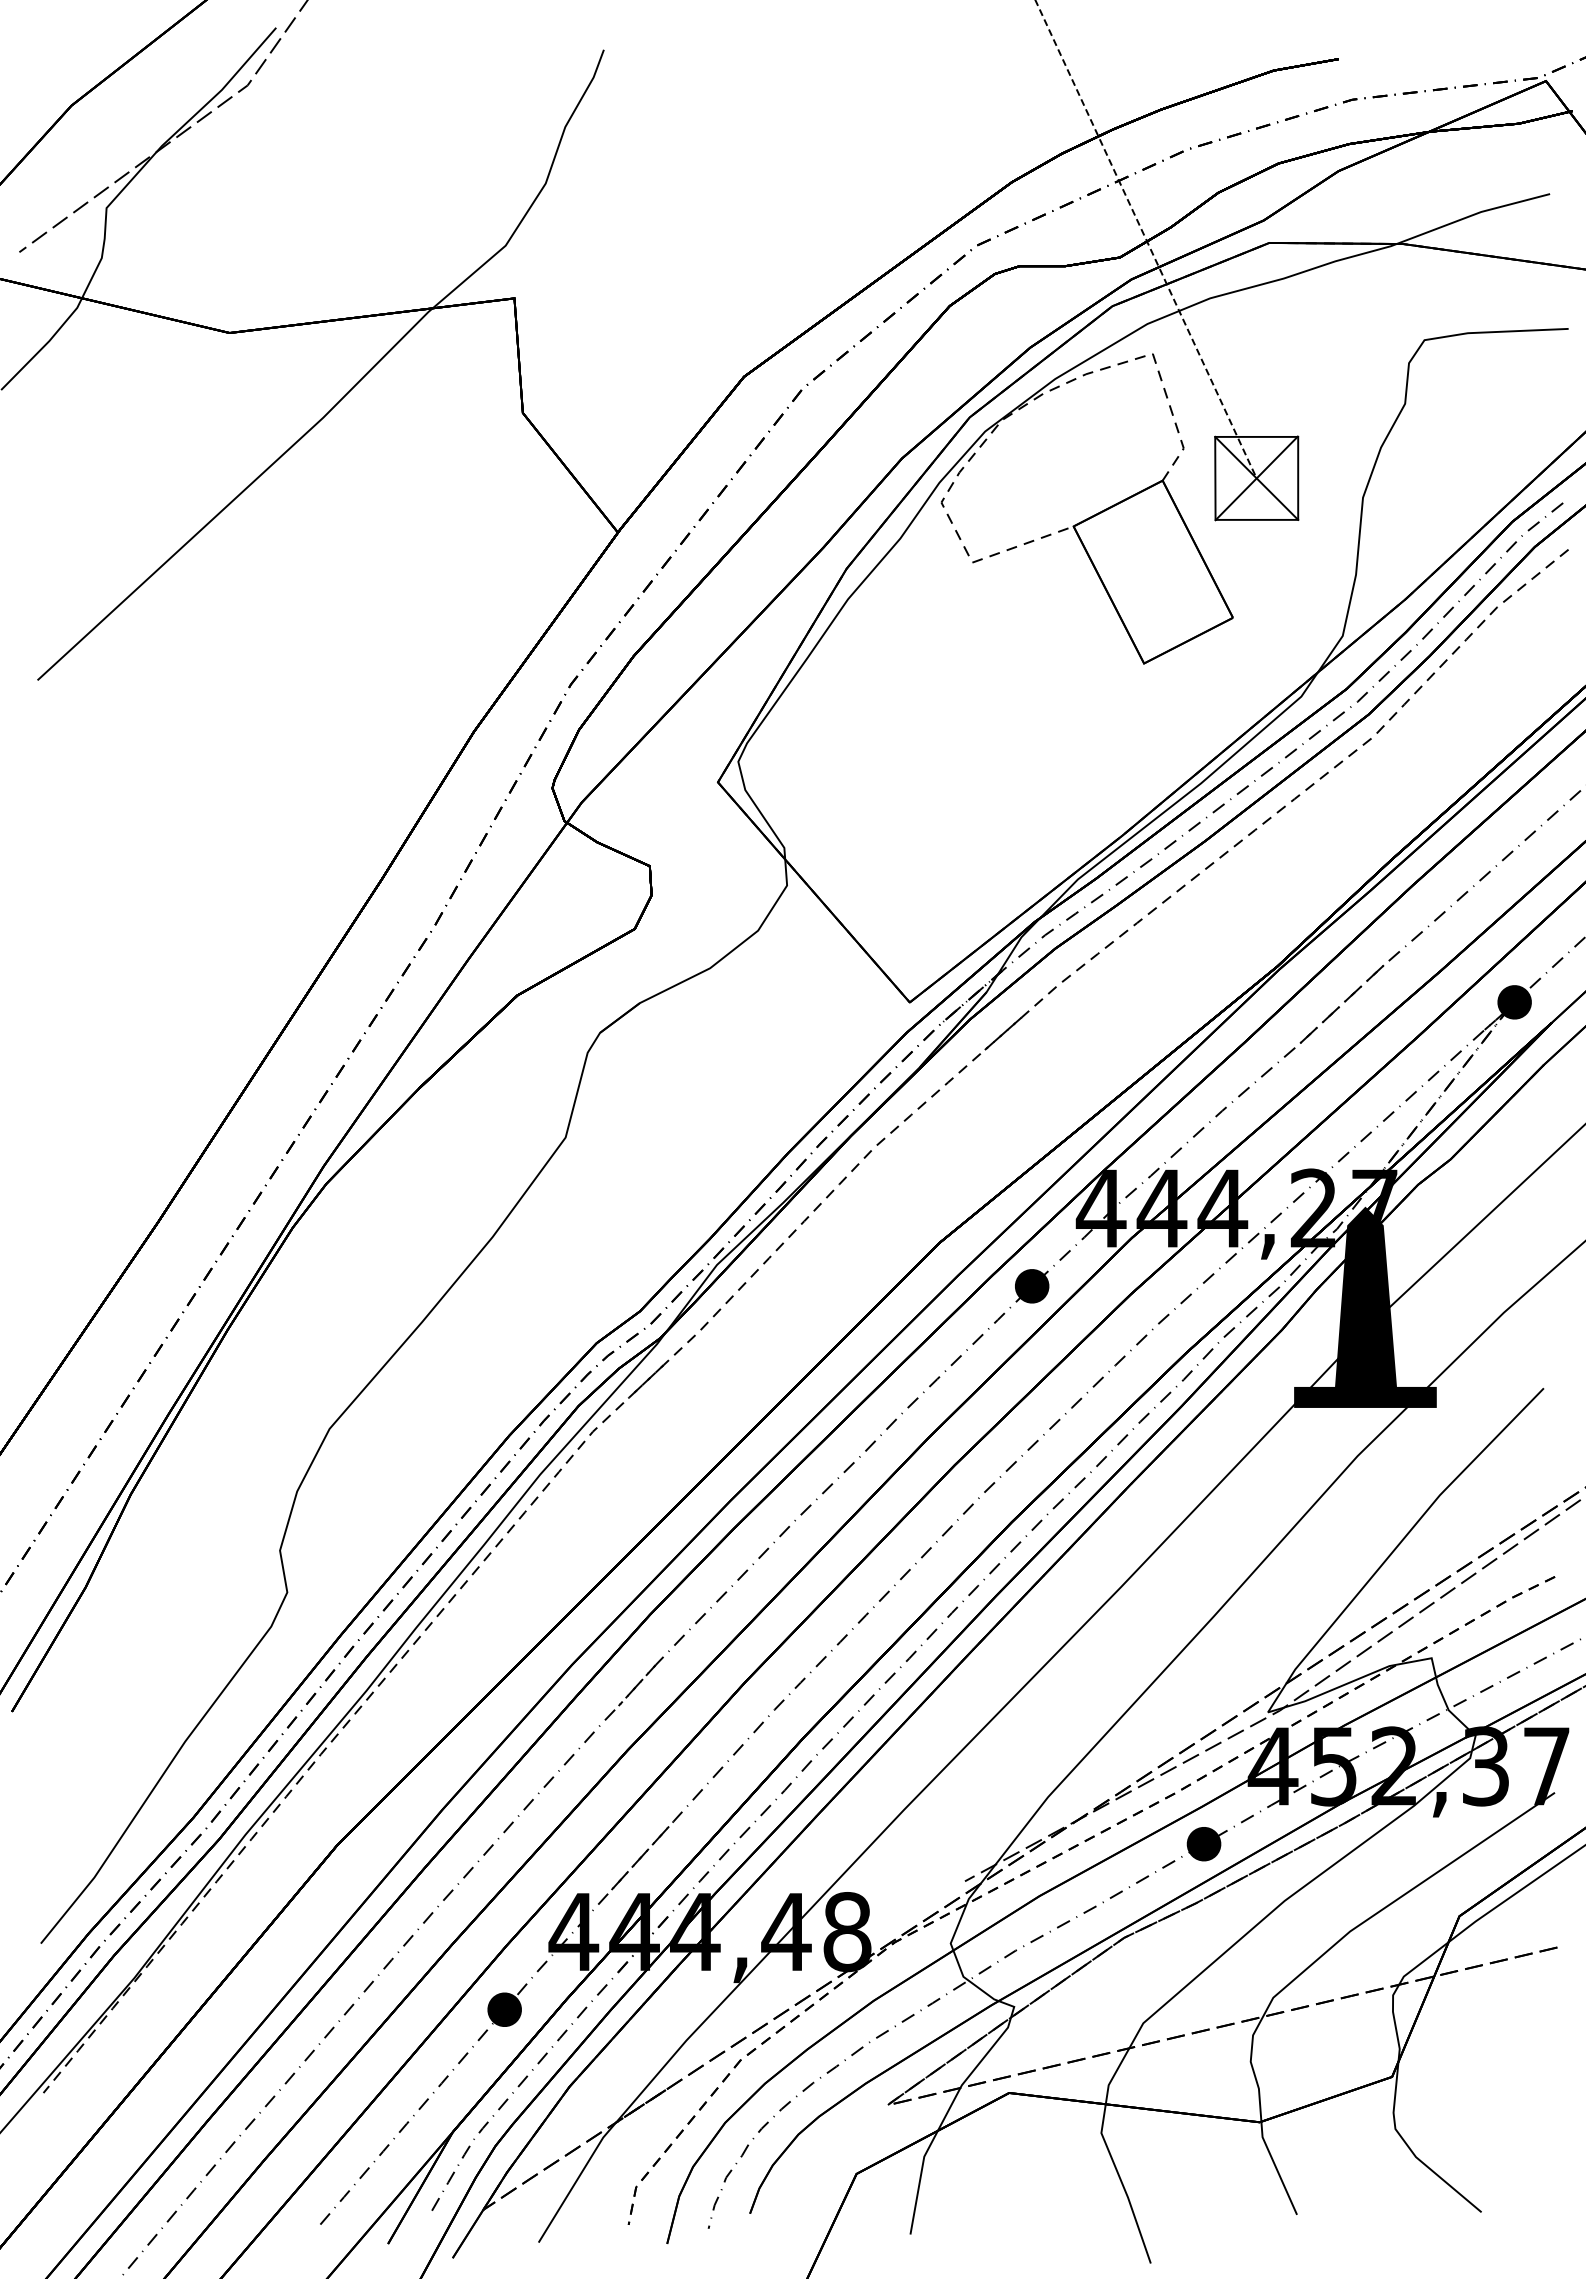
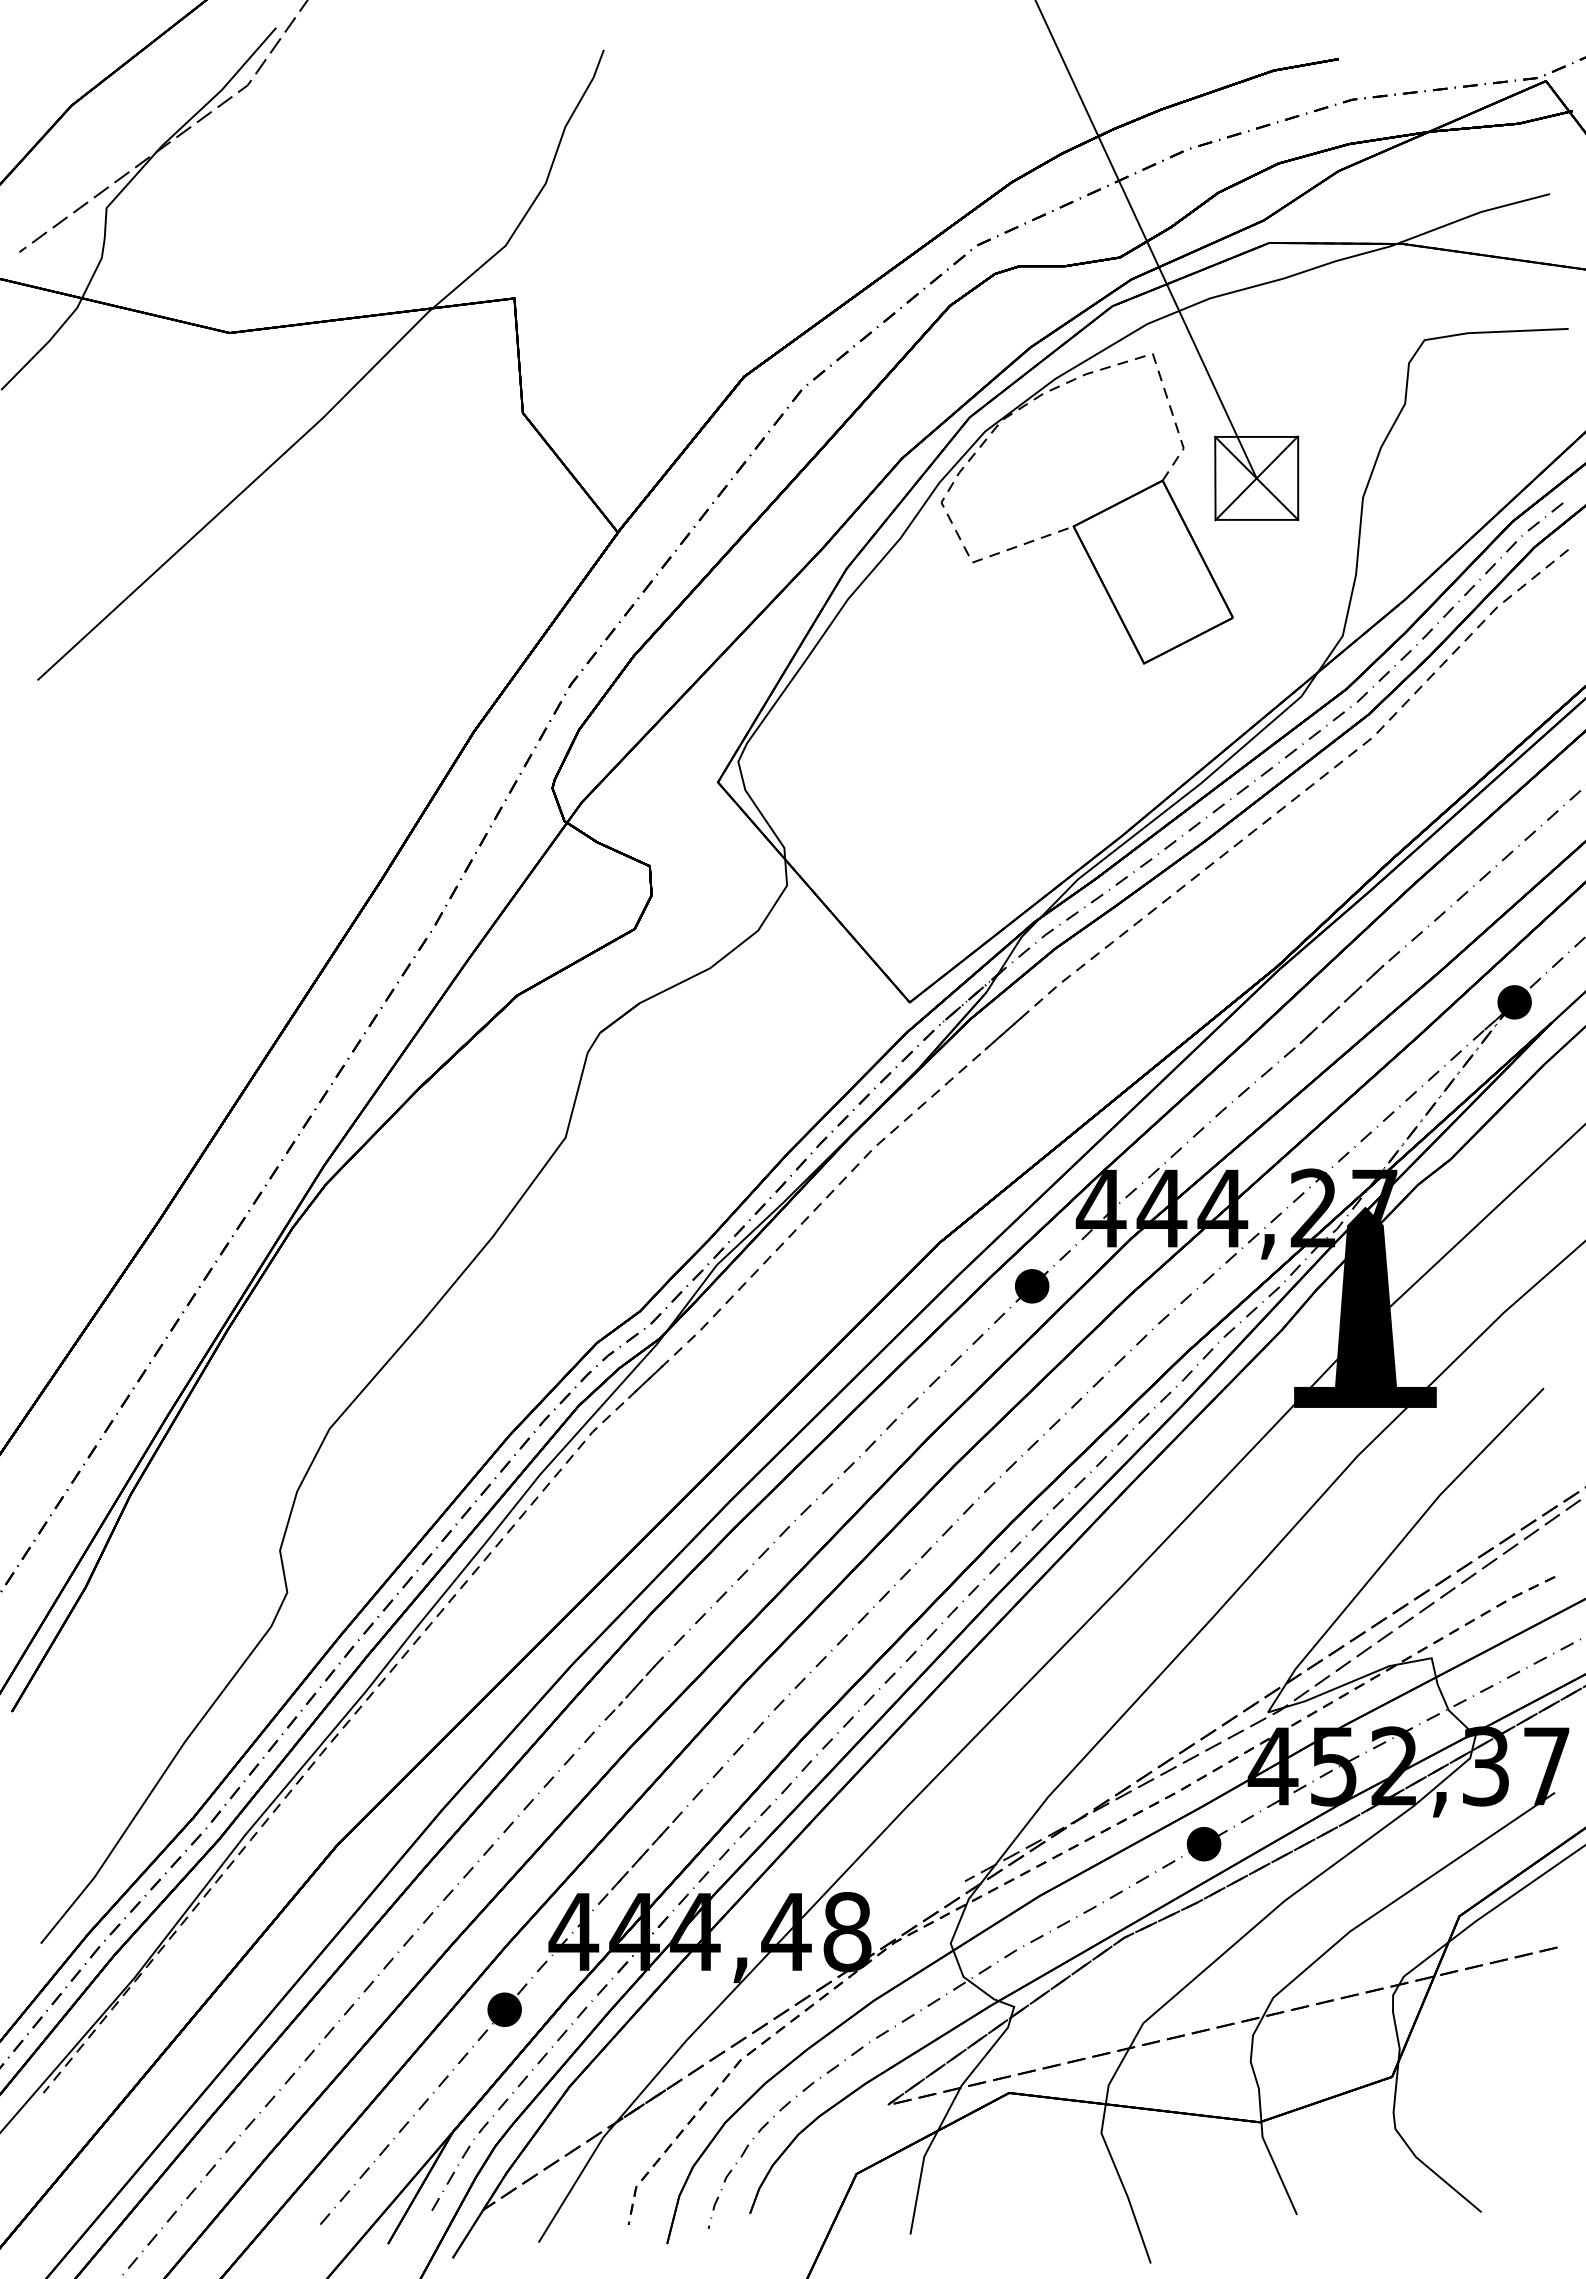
line at (1146, 239): dashed -> solid
